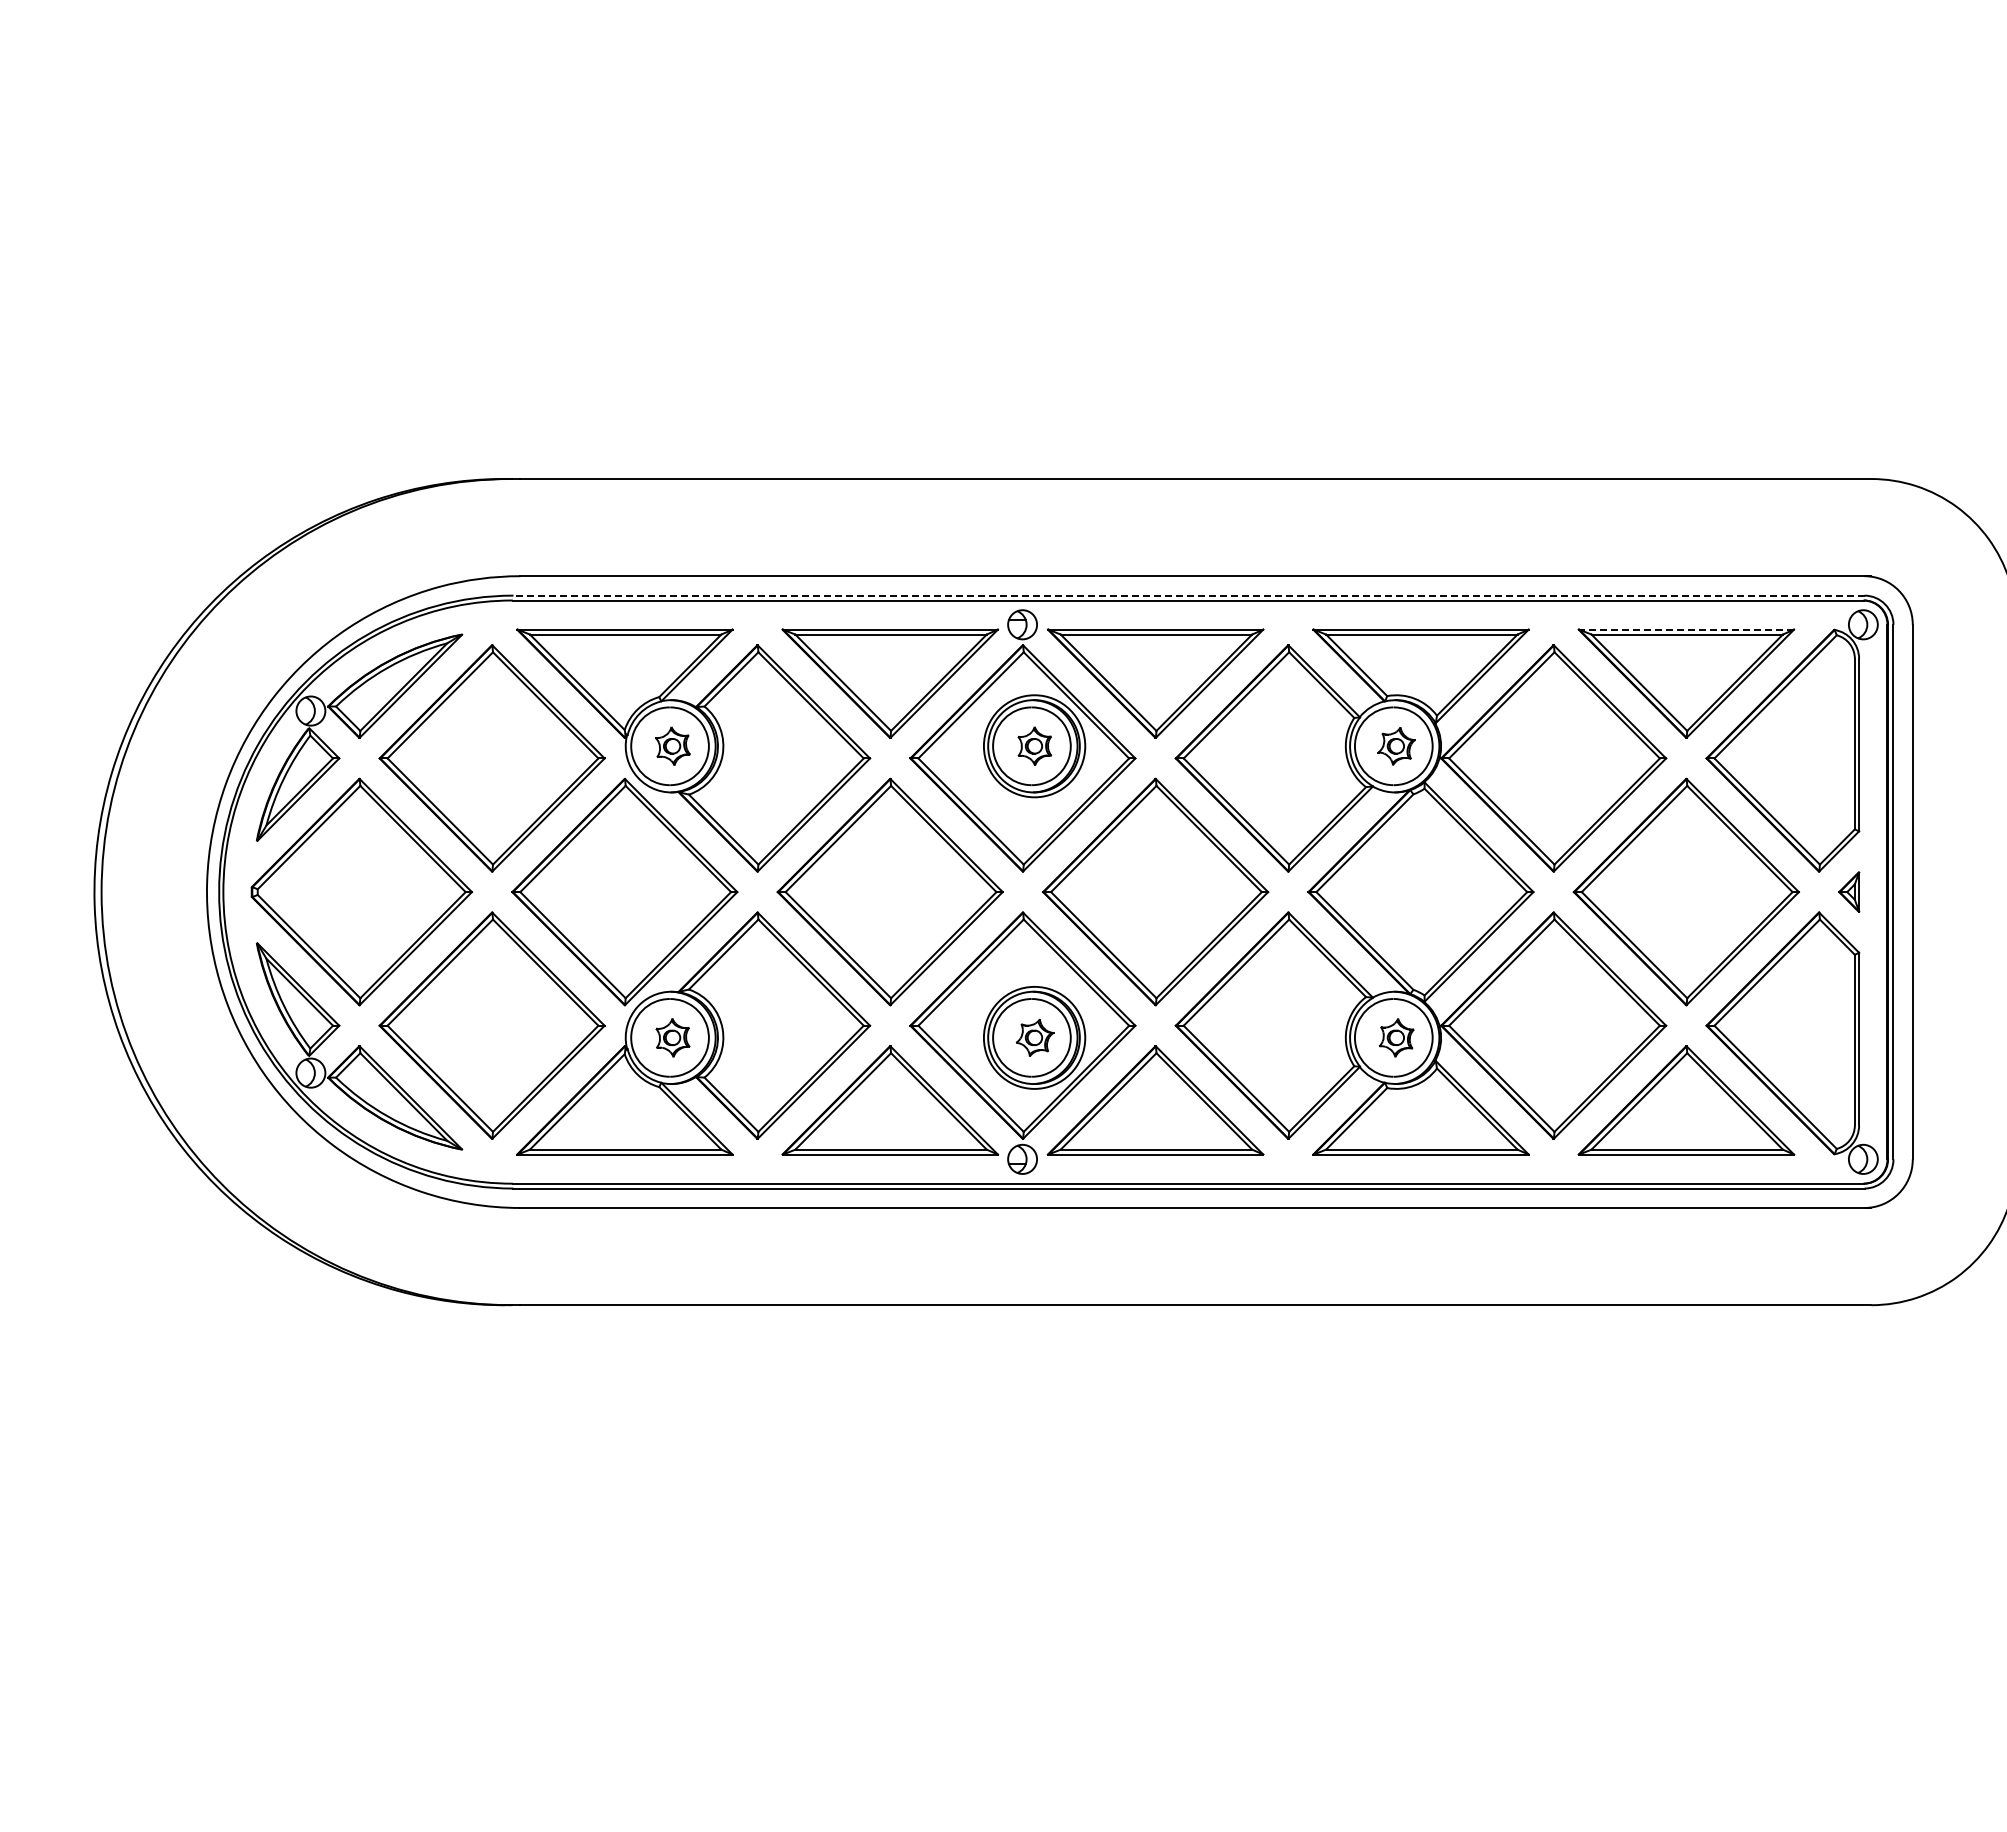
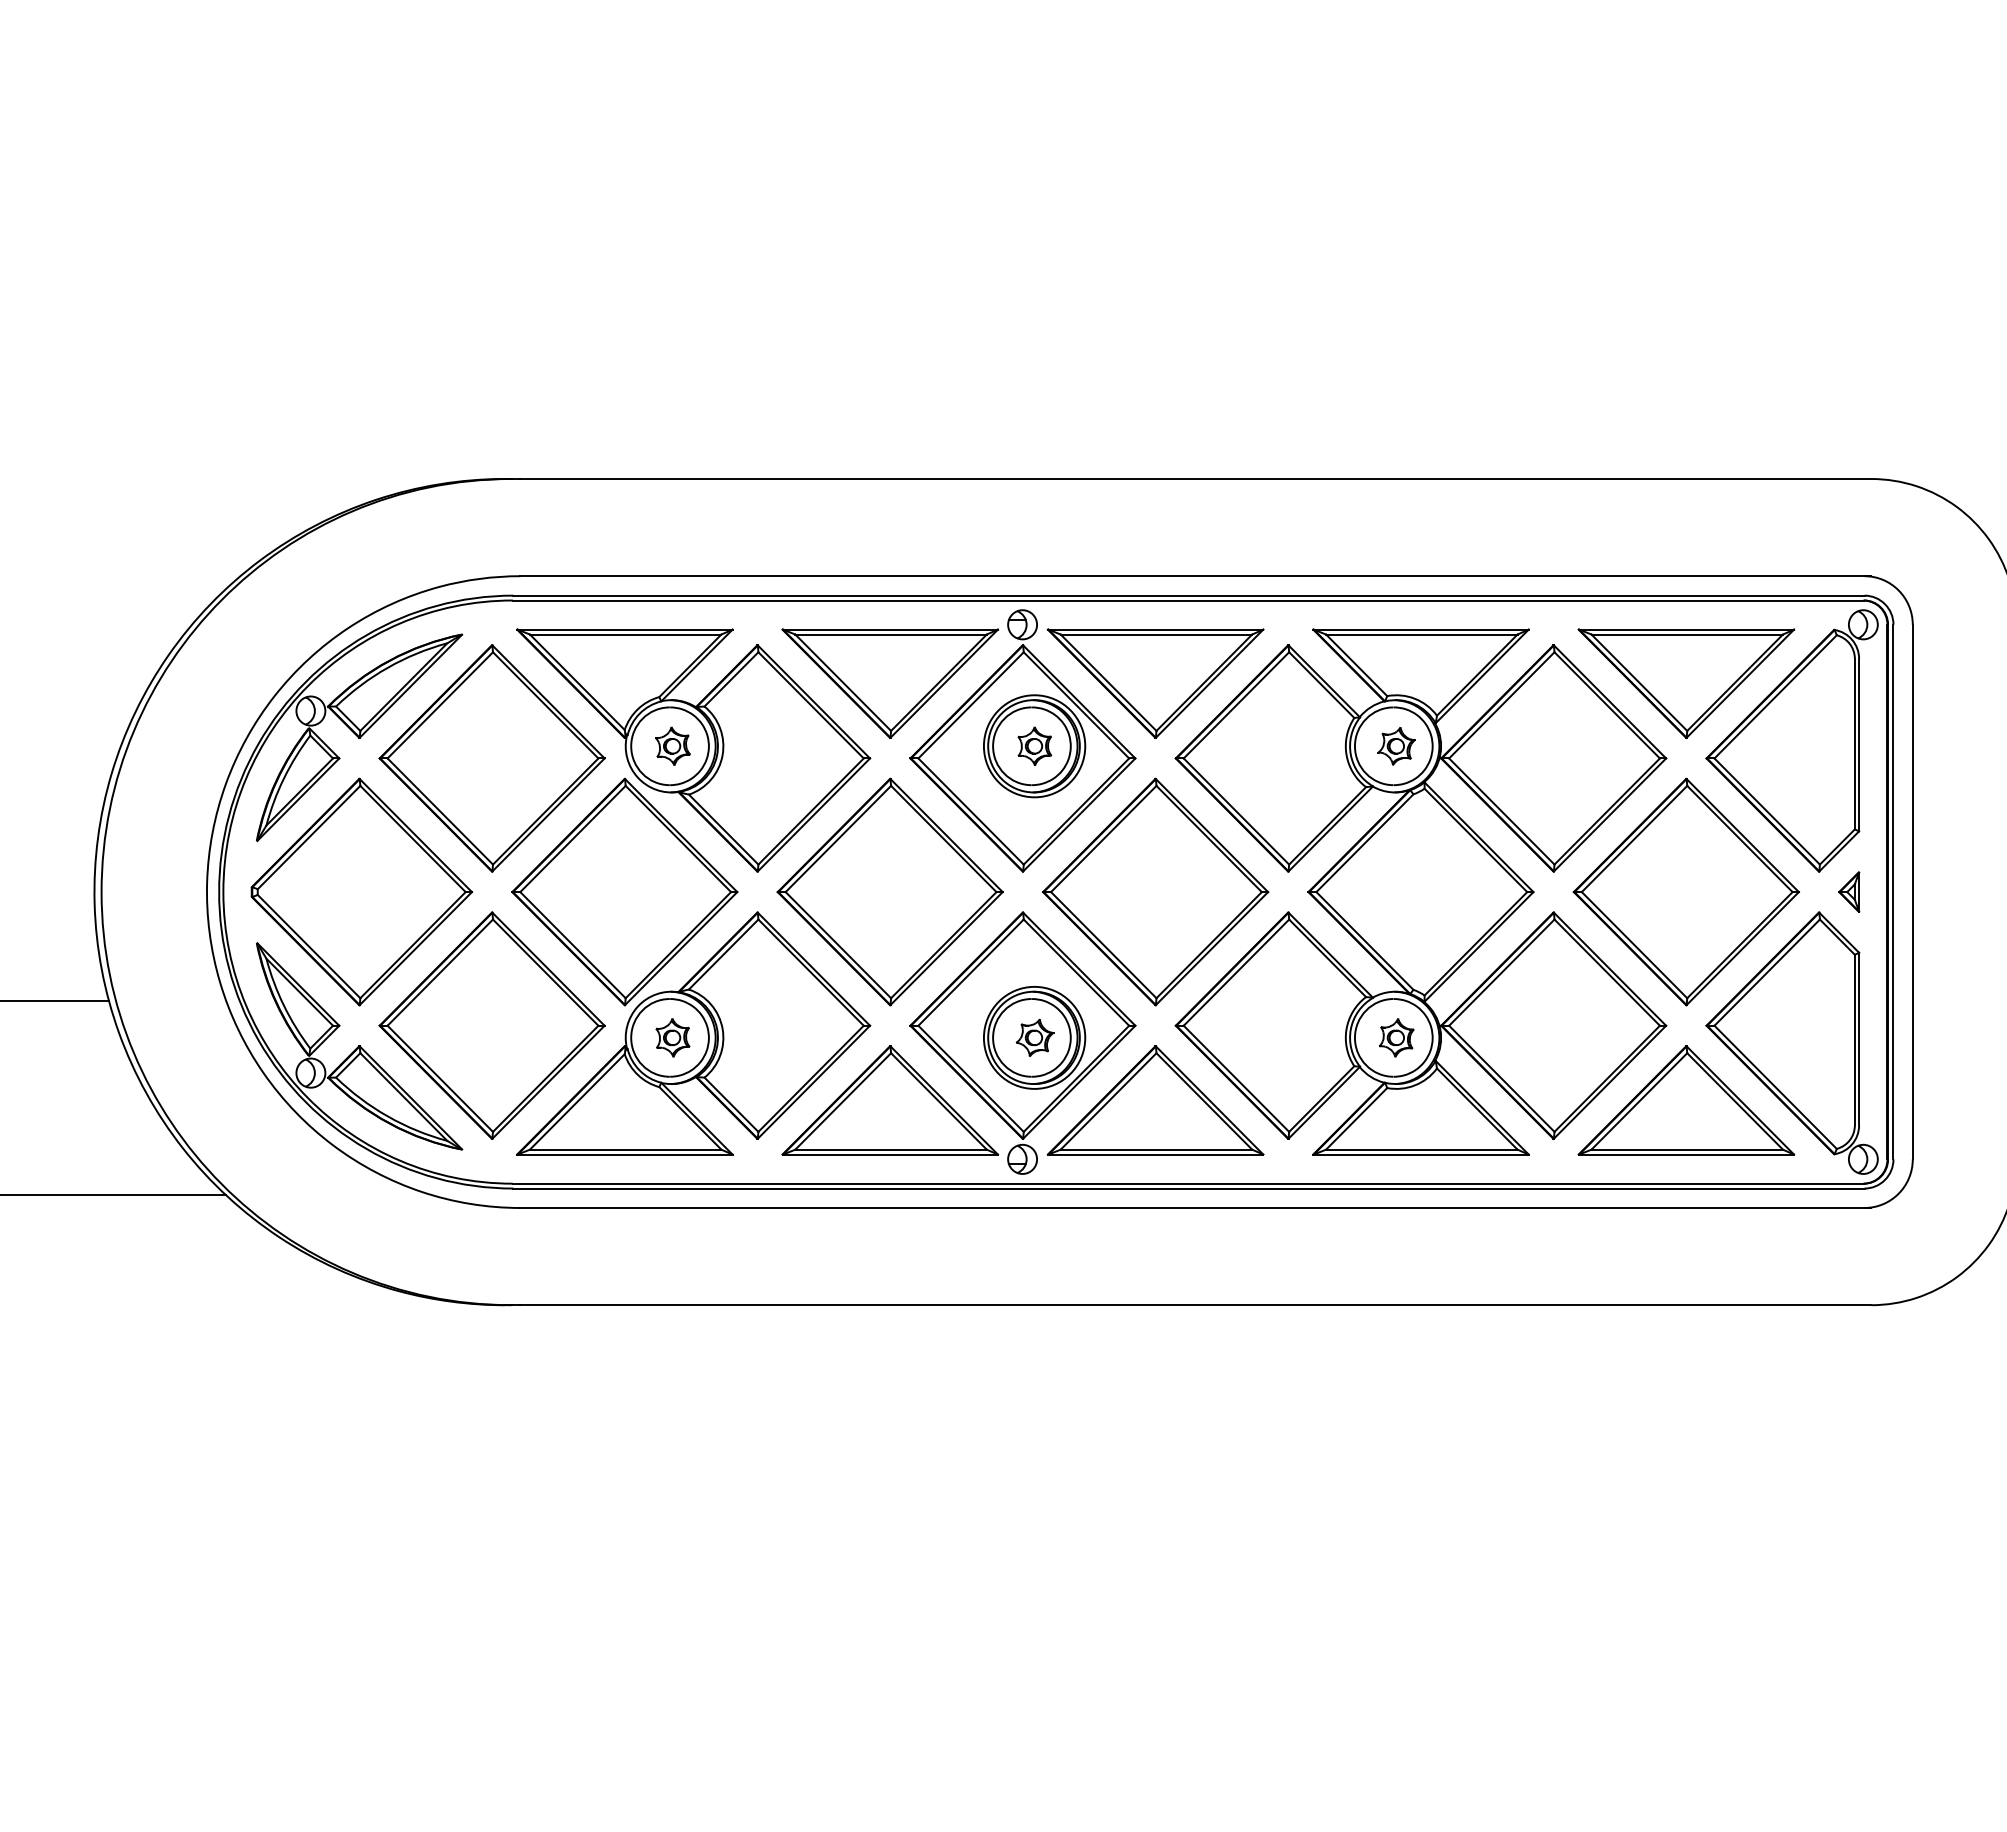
line at (1189, 595): dashed -> solid
line at (1686, 629): dashed -> solid
line at (55, 1000): none -> present
line at (114, 1195): none -> present
